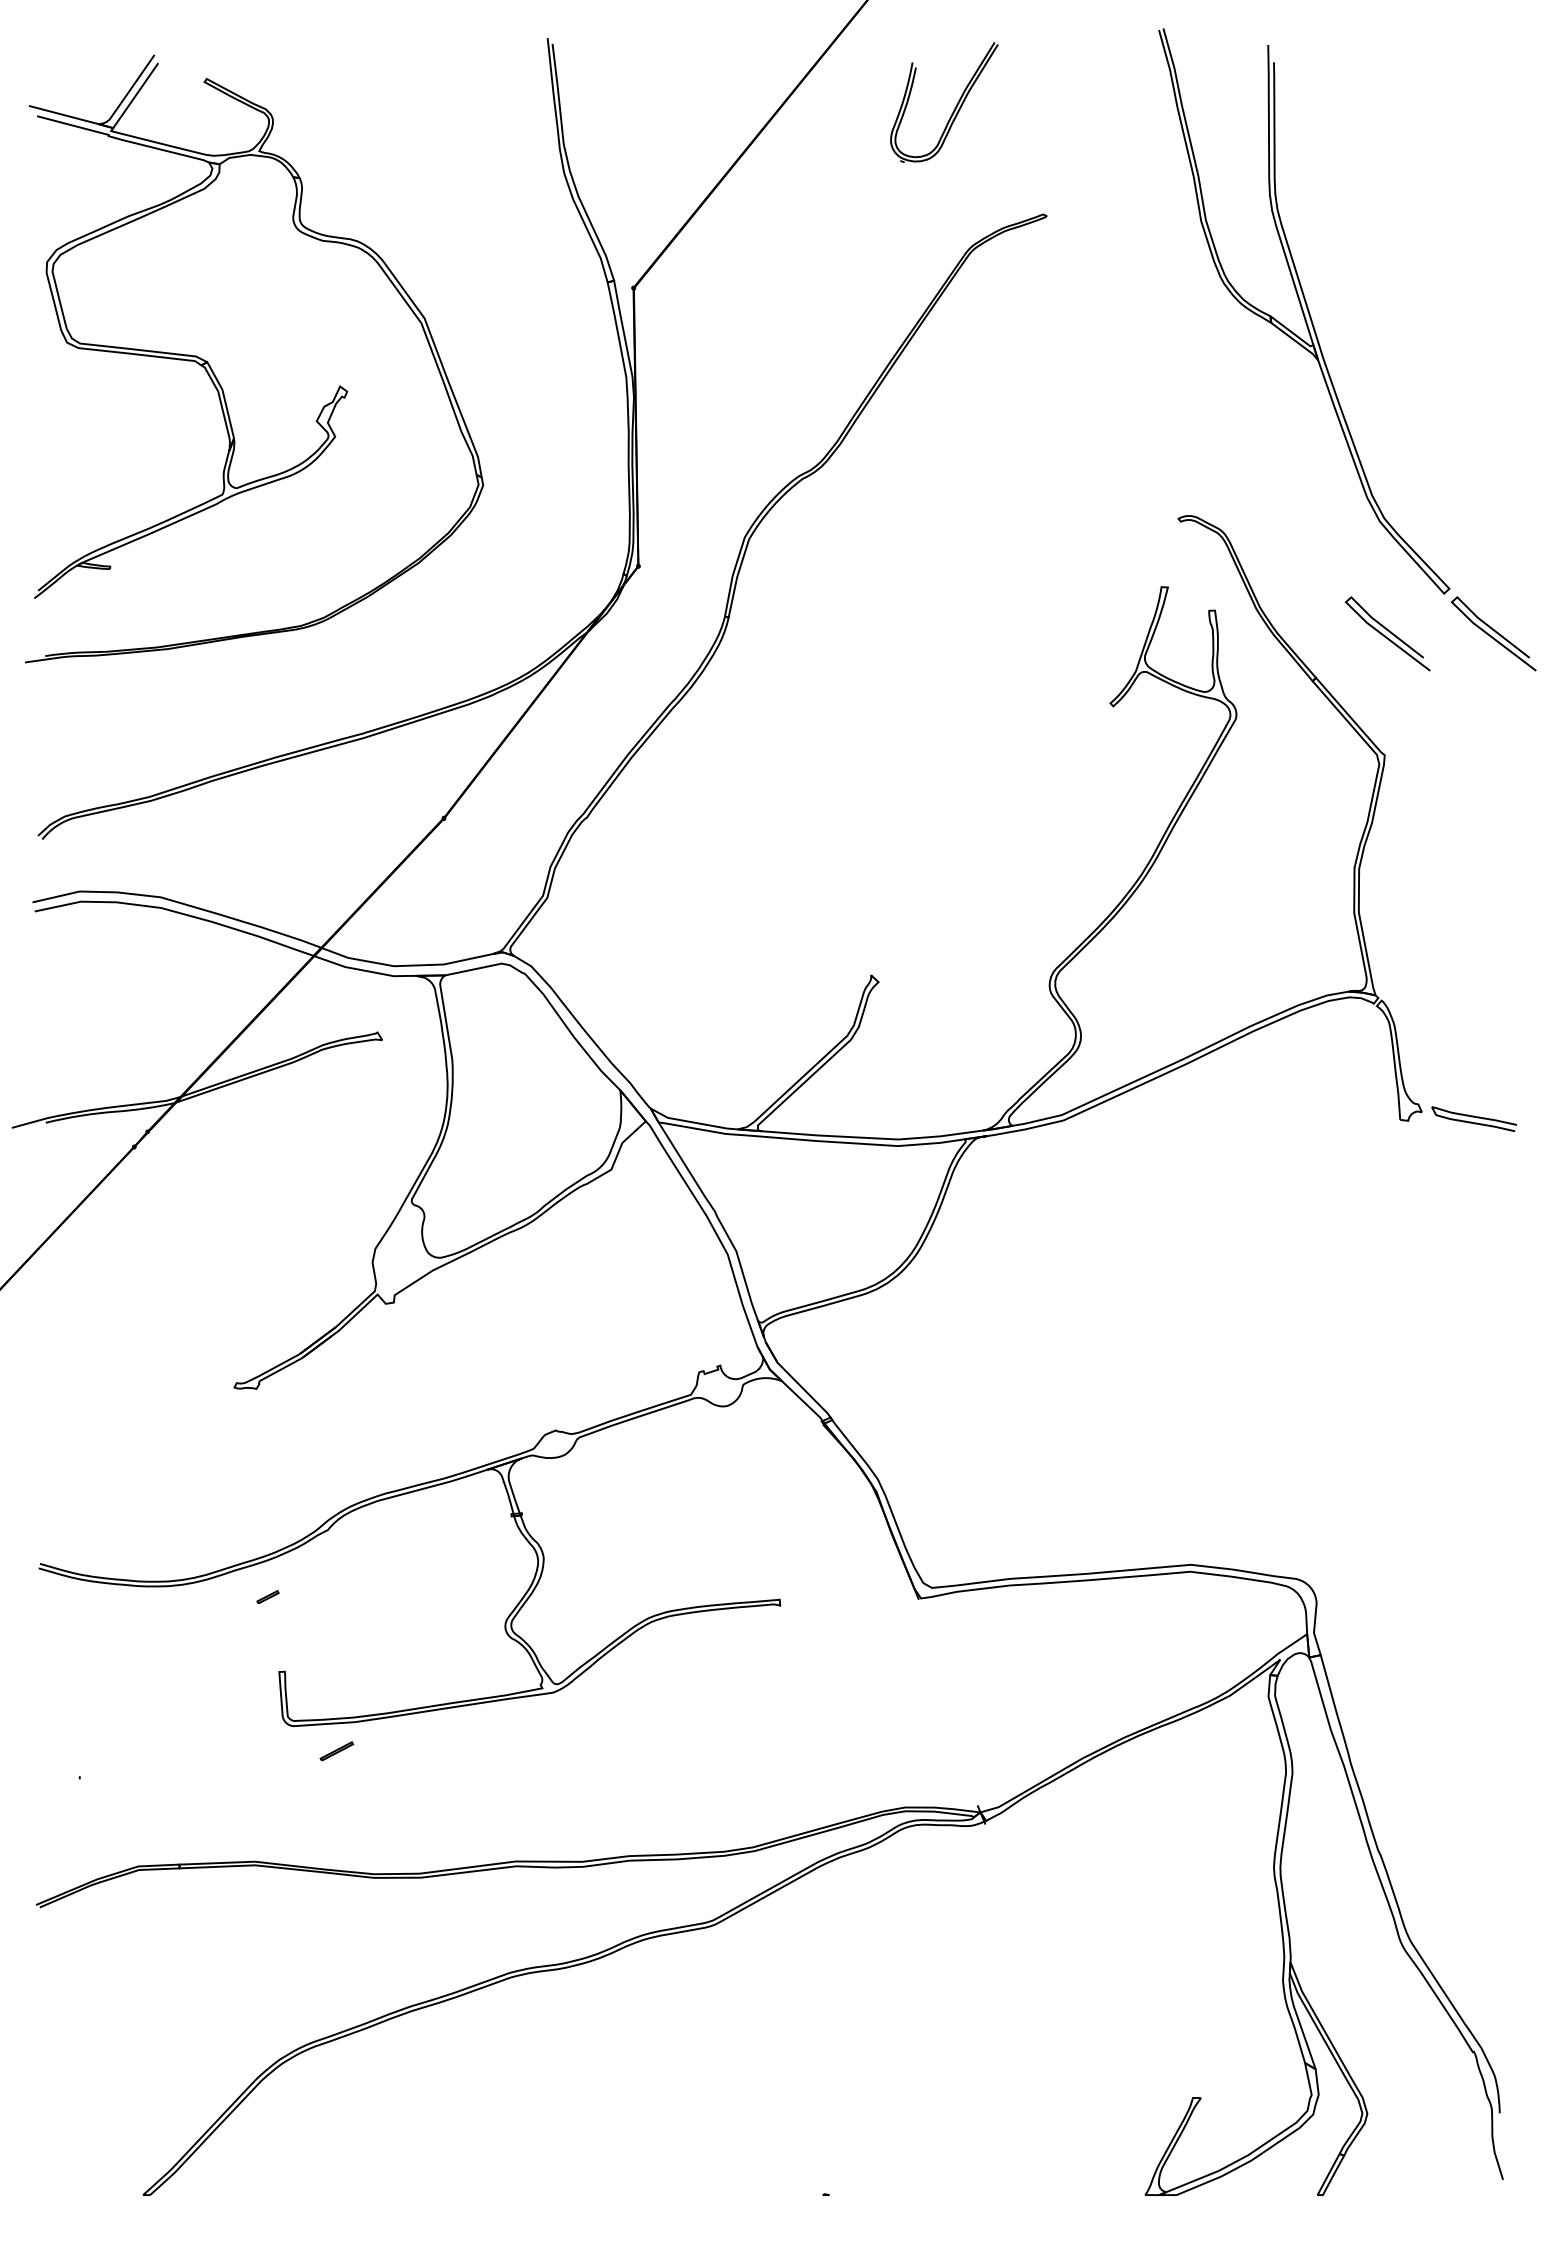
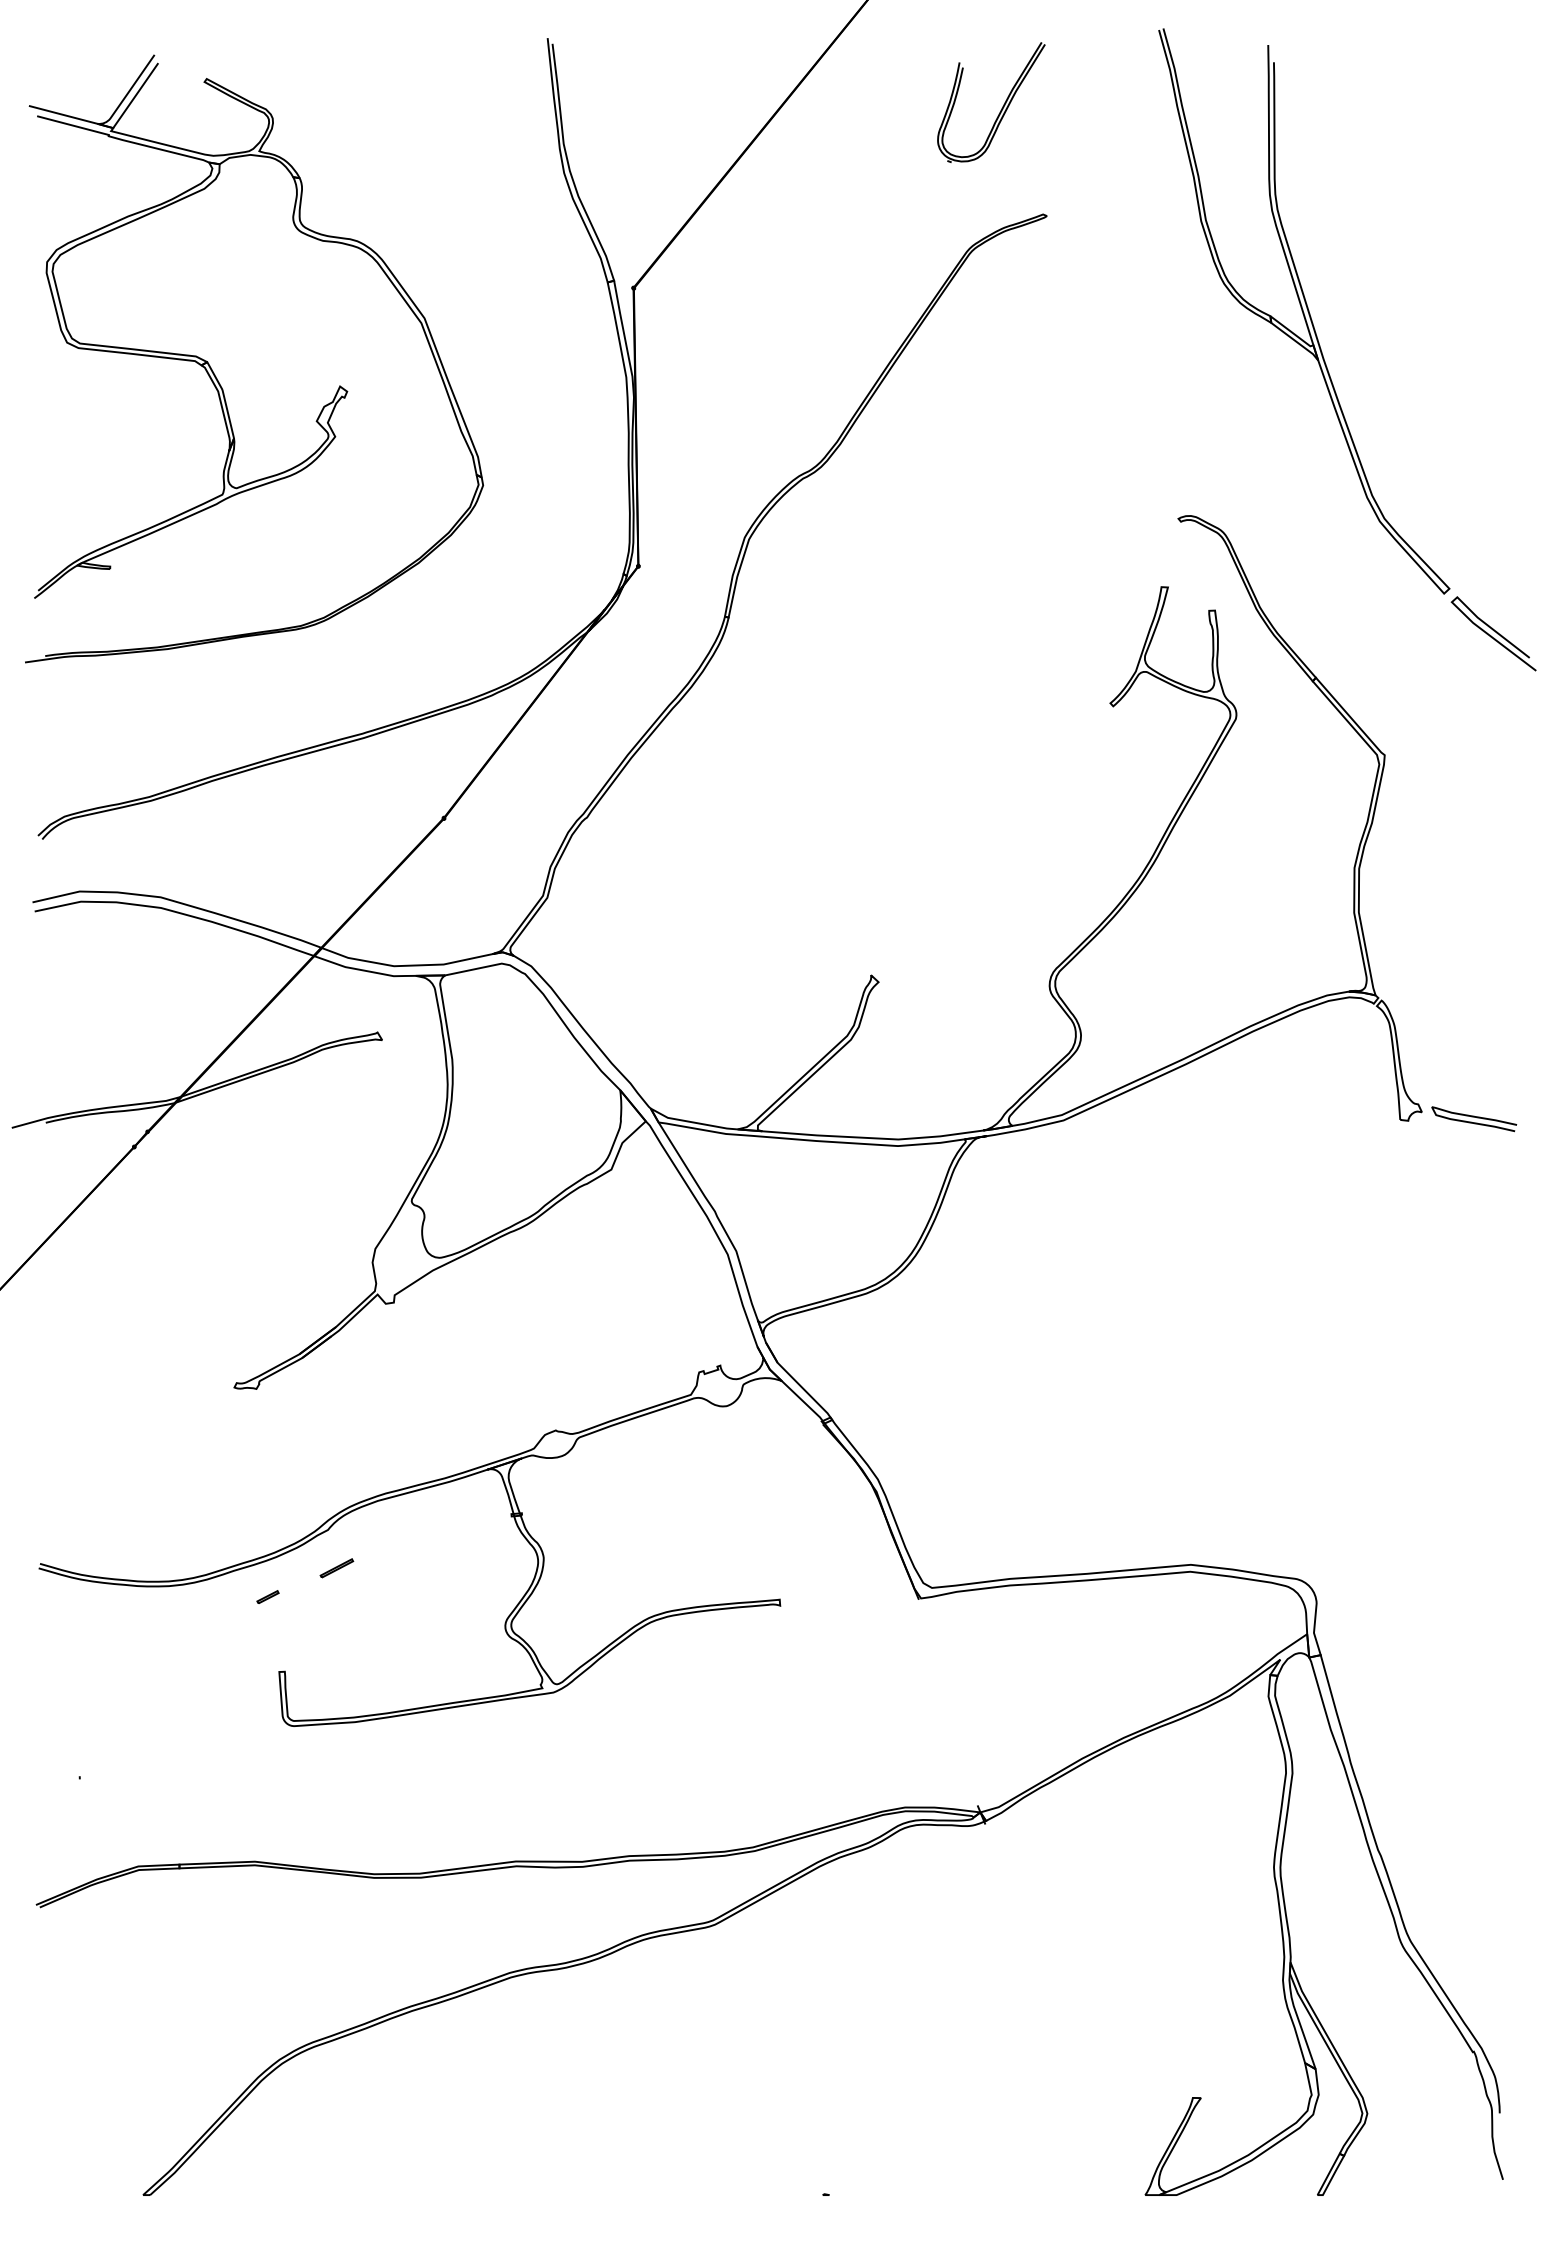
part at (954, 108) position: (954, 108) -> (1001, 108)
curve at (1387, 631): present -> none
part at (336, 1751) position: (336, 1751) -> (336, 1568)
